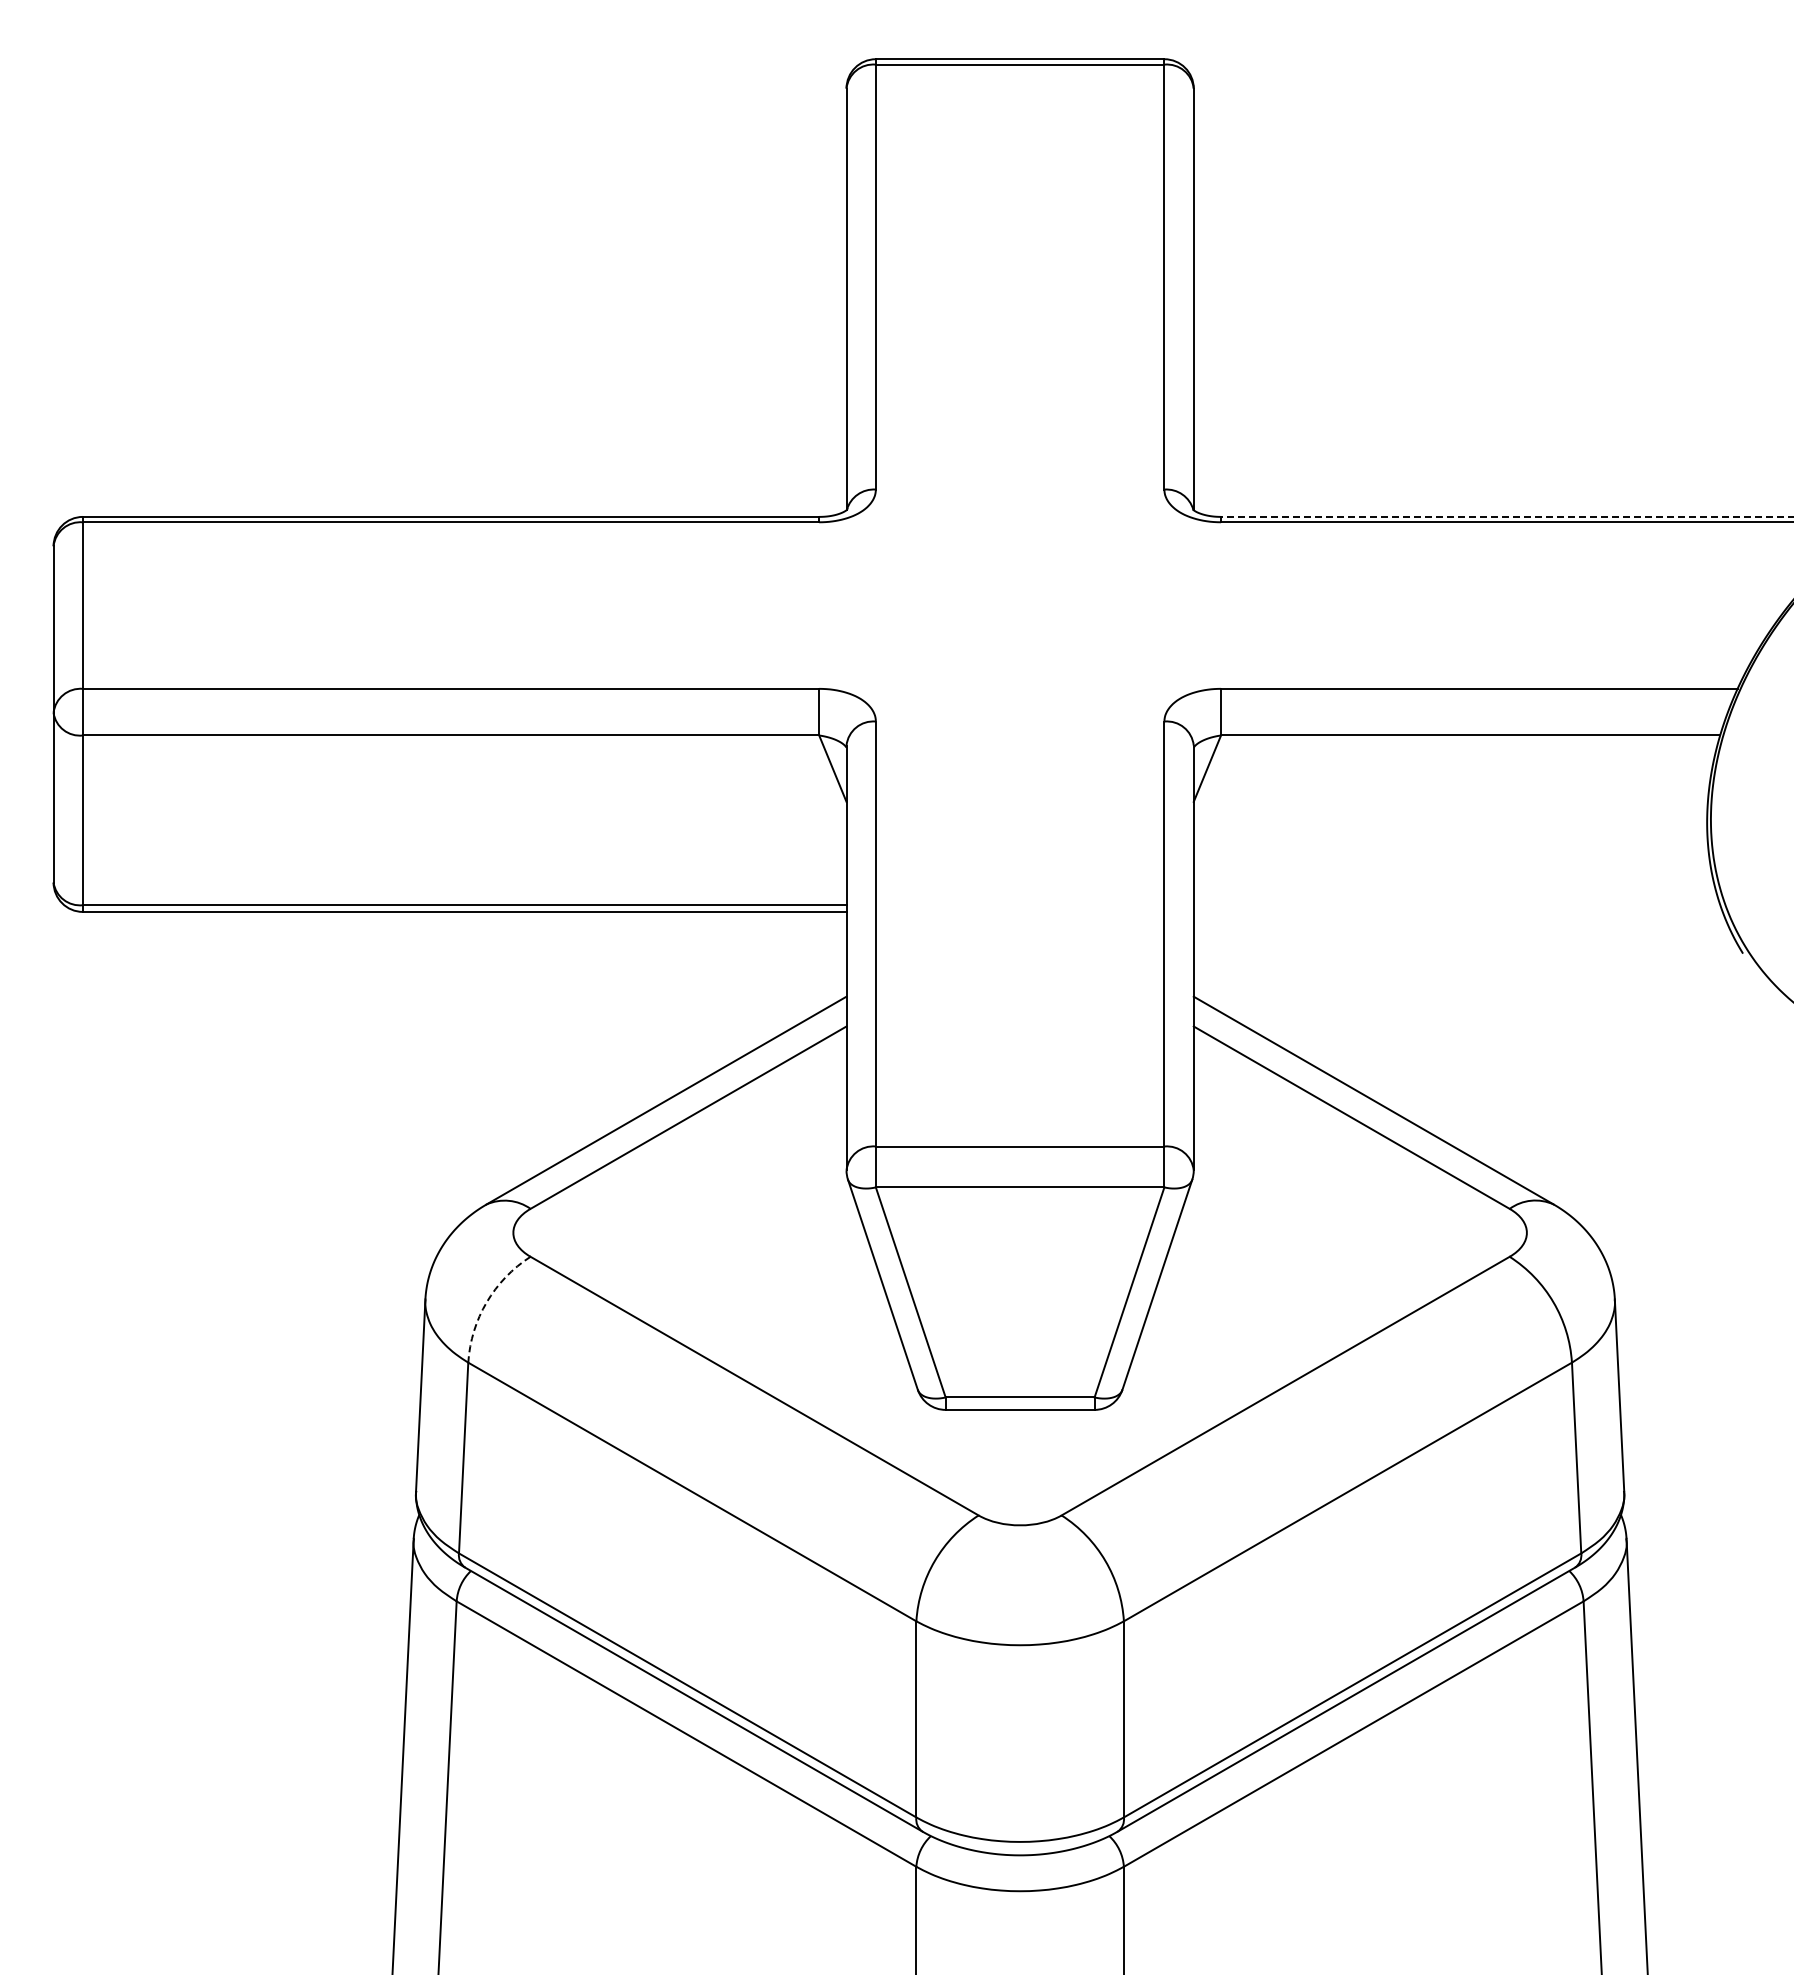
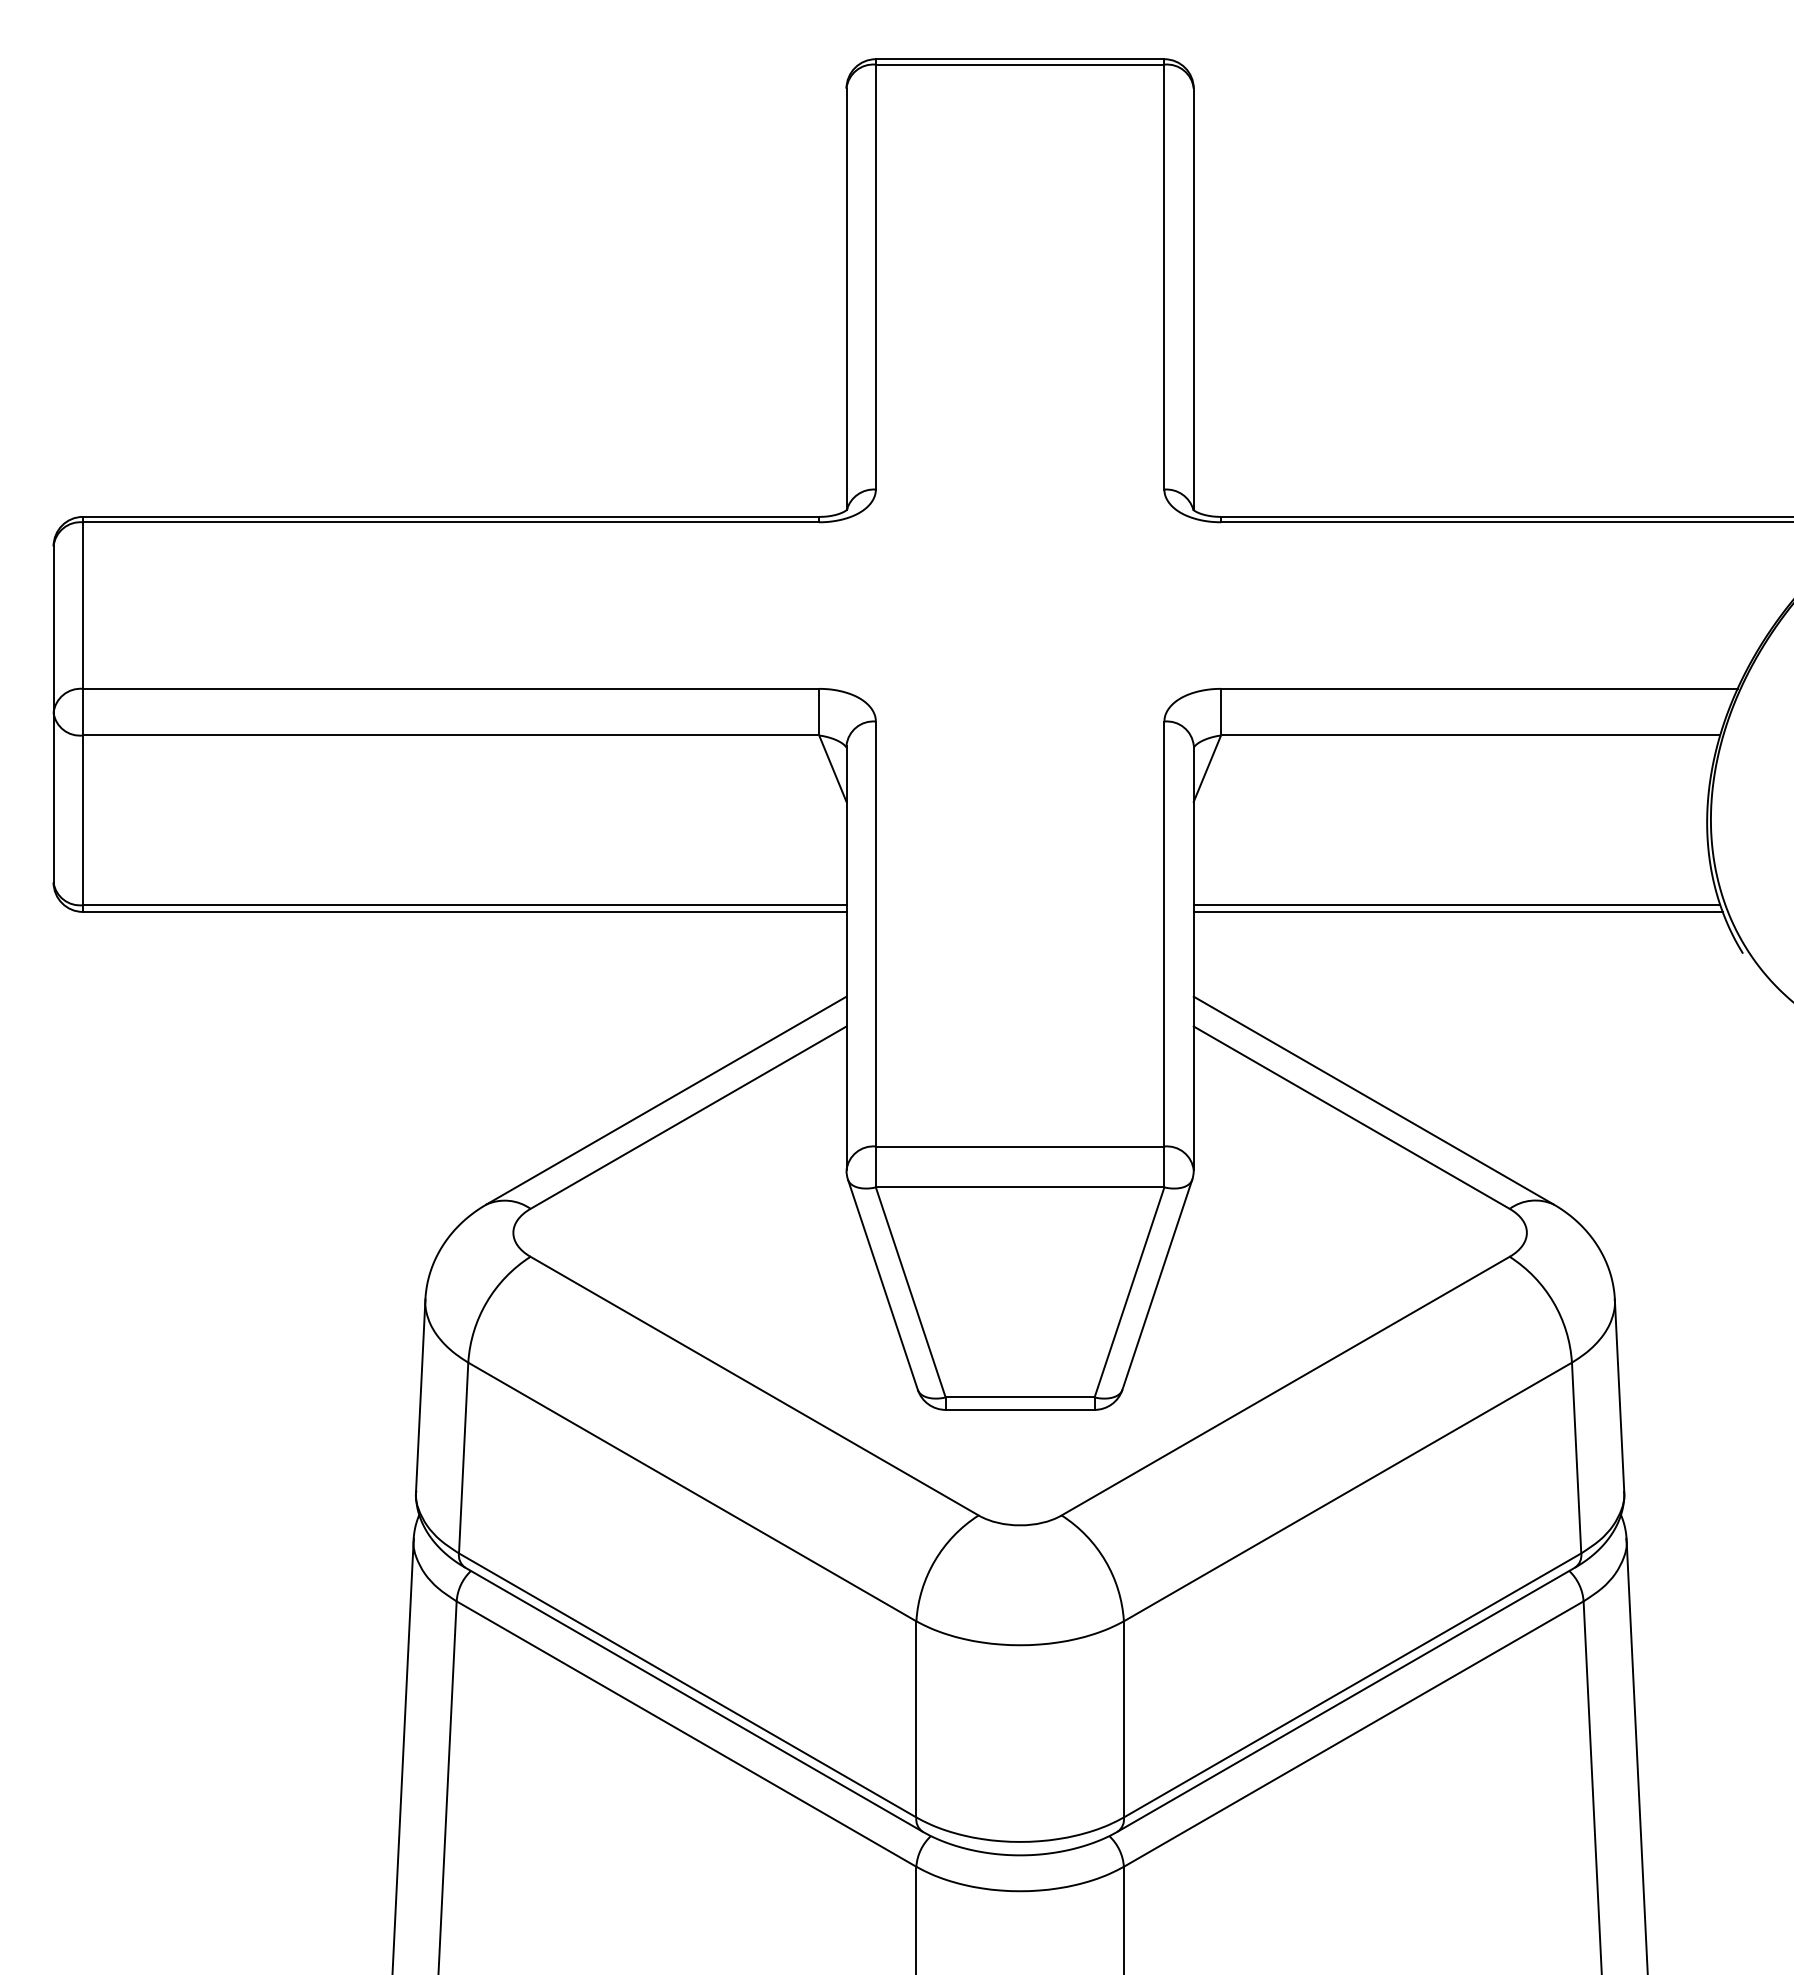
line at (1506, 516): dashed -> solid
line at (1456, 905): none -> present
line at (1457, 911): none -> present
arc at (486, 1302): dashed -> solid
